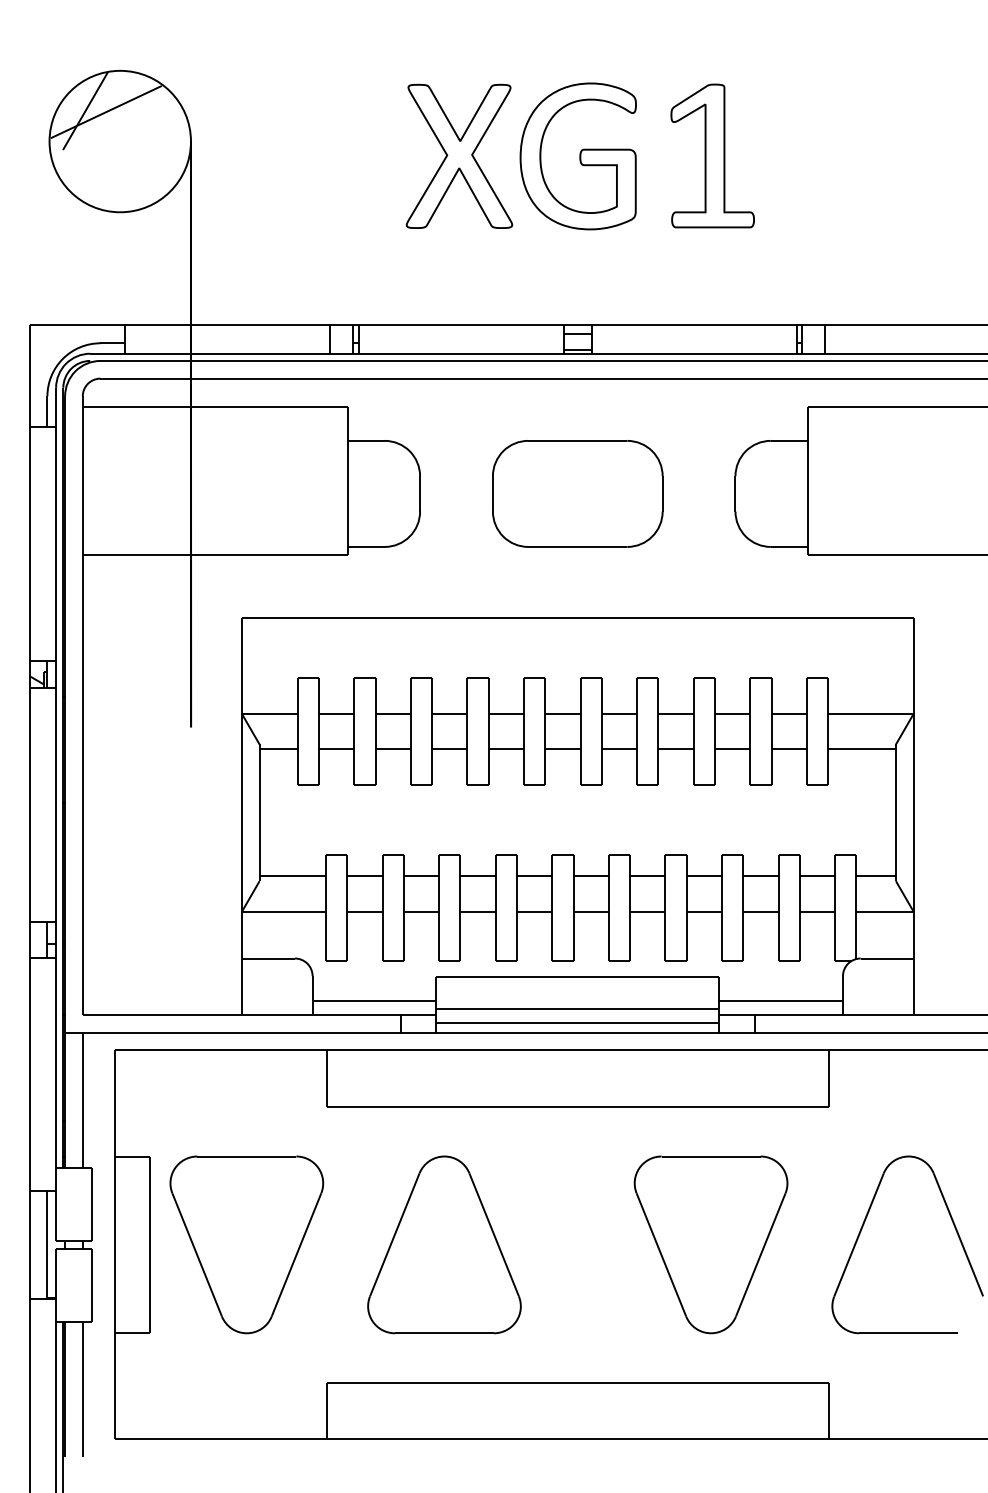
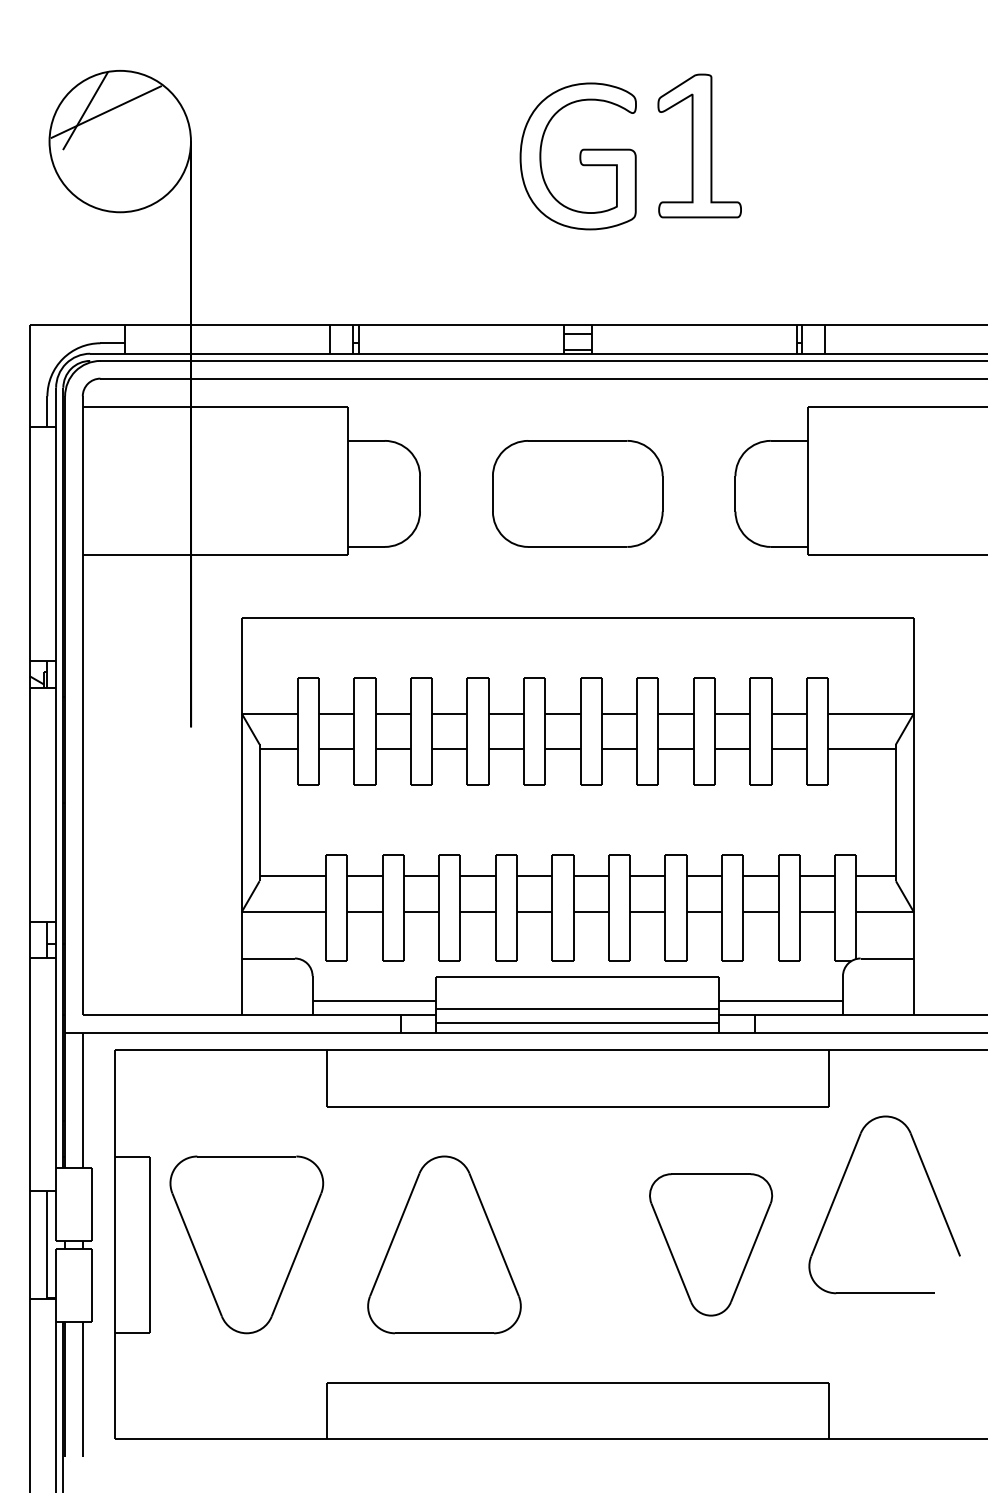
part at (459, 155): present -> none
part at (712, 155) position: (712, 155) -> (699, 145)
part at (864, 1224) position: (864, 1224) -> (841, 1184)
part at (710, 1244) size: 156x180 px -> 125x144 px
